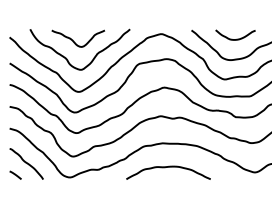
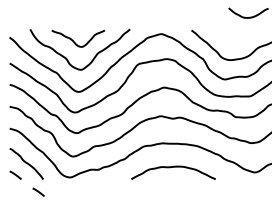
curve at (236, 38) position: (236, 38) -> (249, 16)
curve at (168, 167) position: (168, 167) -> (173, 167)
line at (38, 191): none -> present
